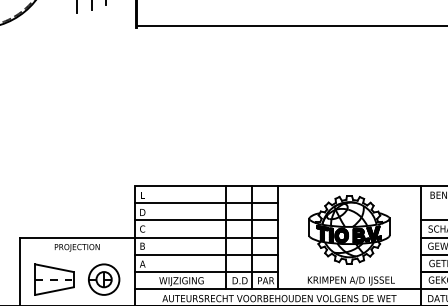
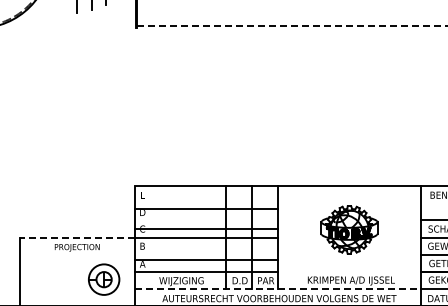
line at (293, 26): solid -> dashed
line at (205, 203) position: (205, 203) -> (205, 209)
line at (205, 220) position: (205, 220) -> (205, 229)
part at (349, 229) size: 83x70 px -> 59x50 px
line at (76, 237): solid -> dashed
line at (205, 254) position: (205, 254) -> (205, 259)
part at (54, 279): present -> none
line at (278, 289): solid -> dashed
